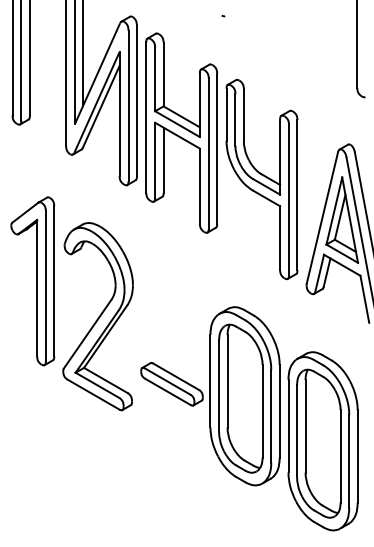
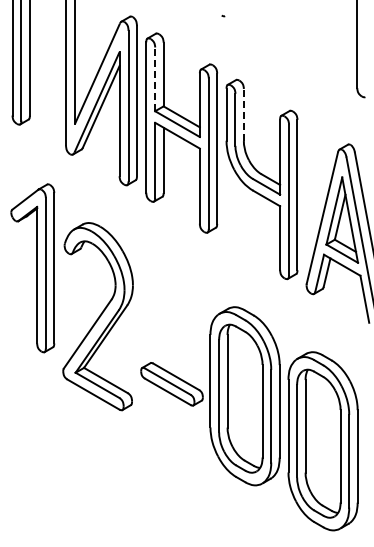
line at (83, 53): present -> none
line at (155, 79): solid -> dashed
line at (243, 114): solid -> dashed
part at (32, 281) position: (32, 281) -> (32, 268)
